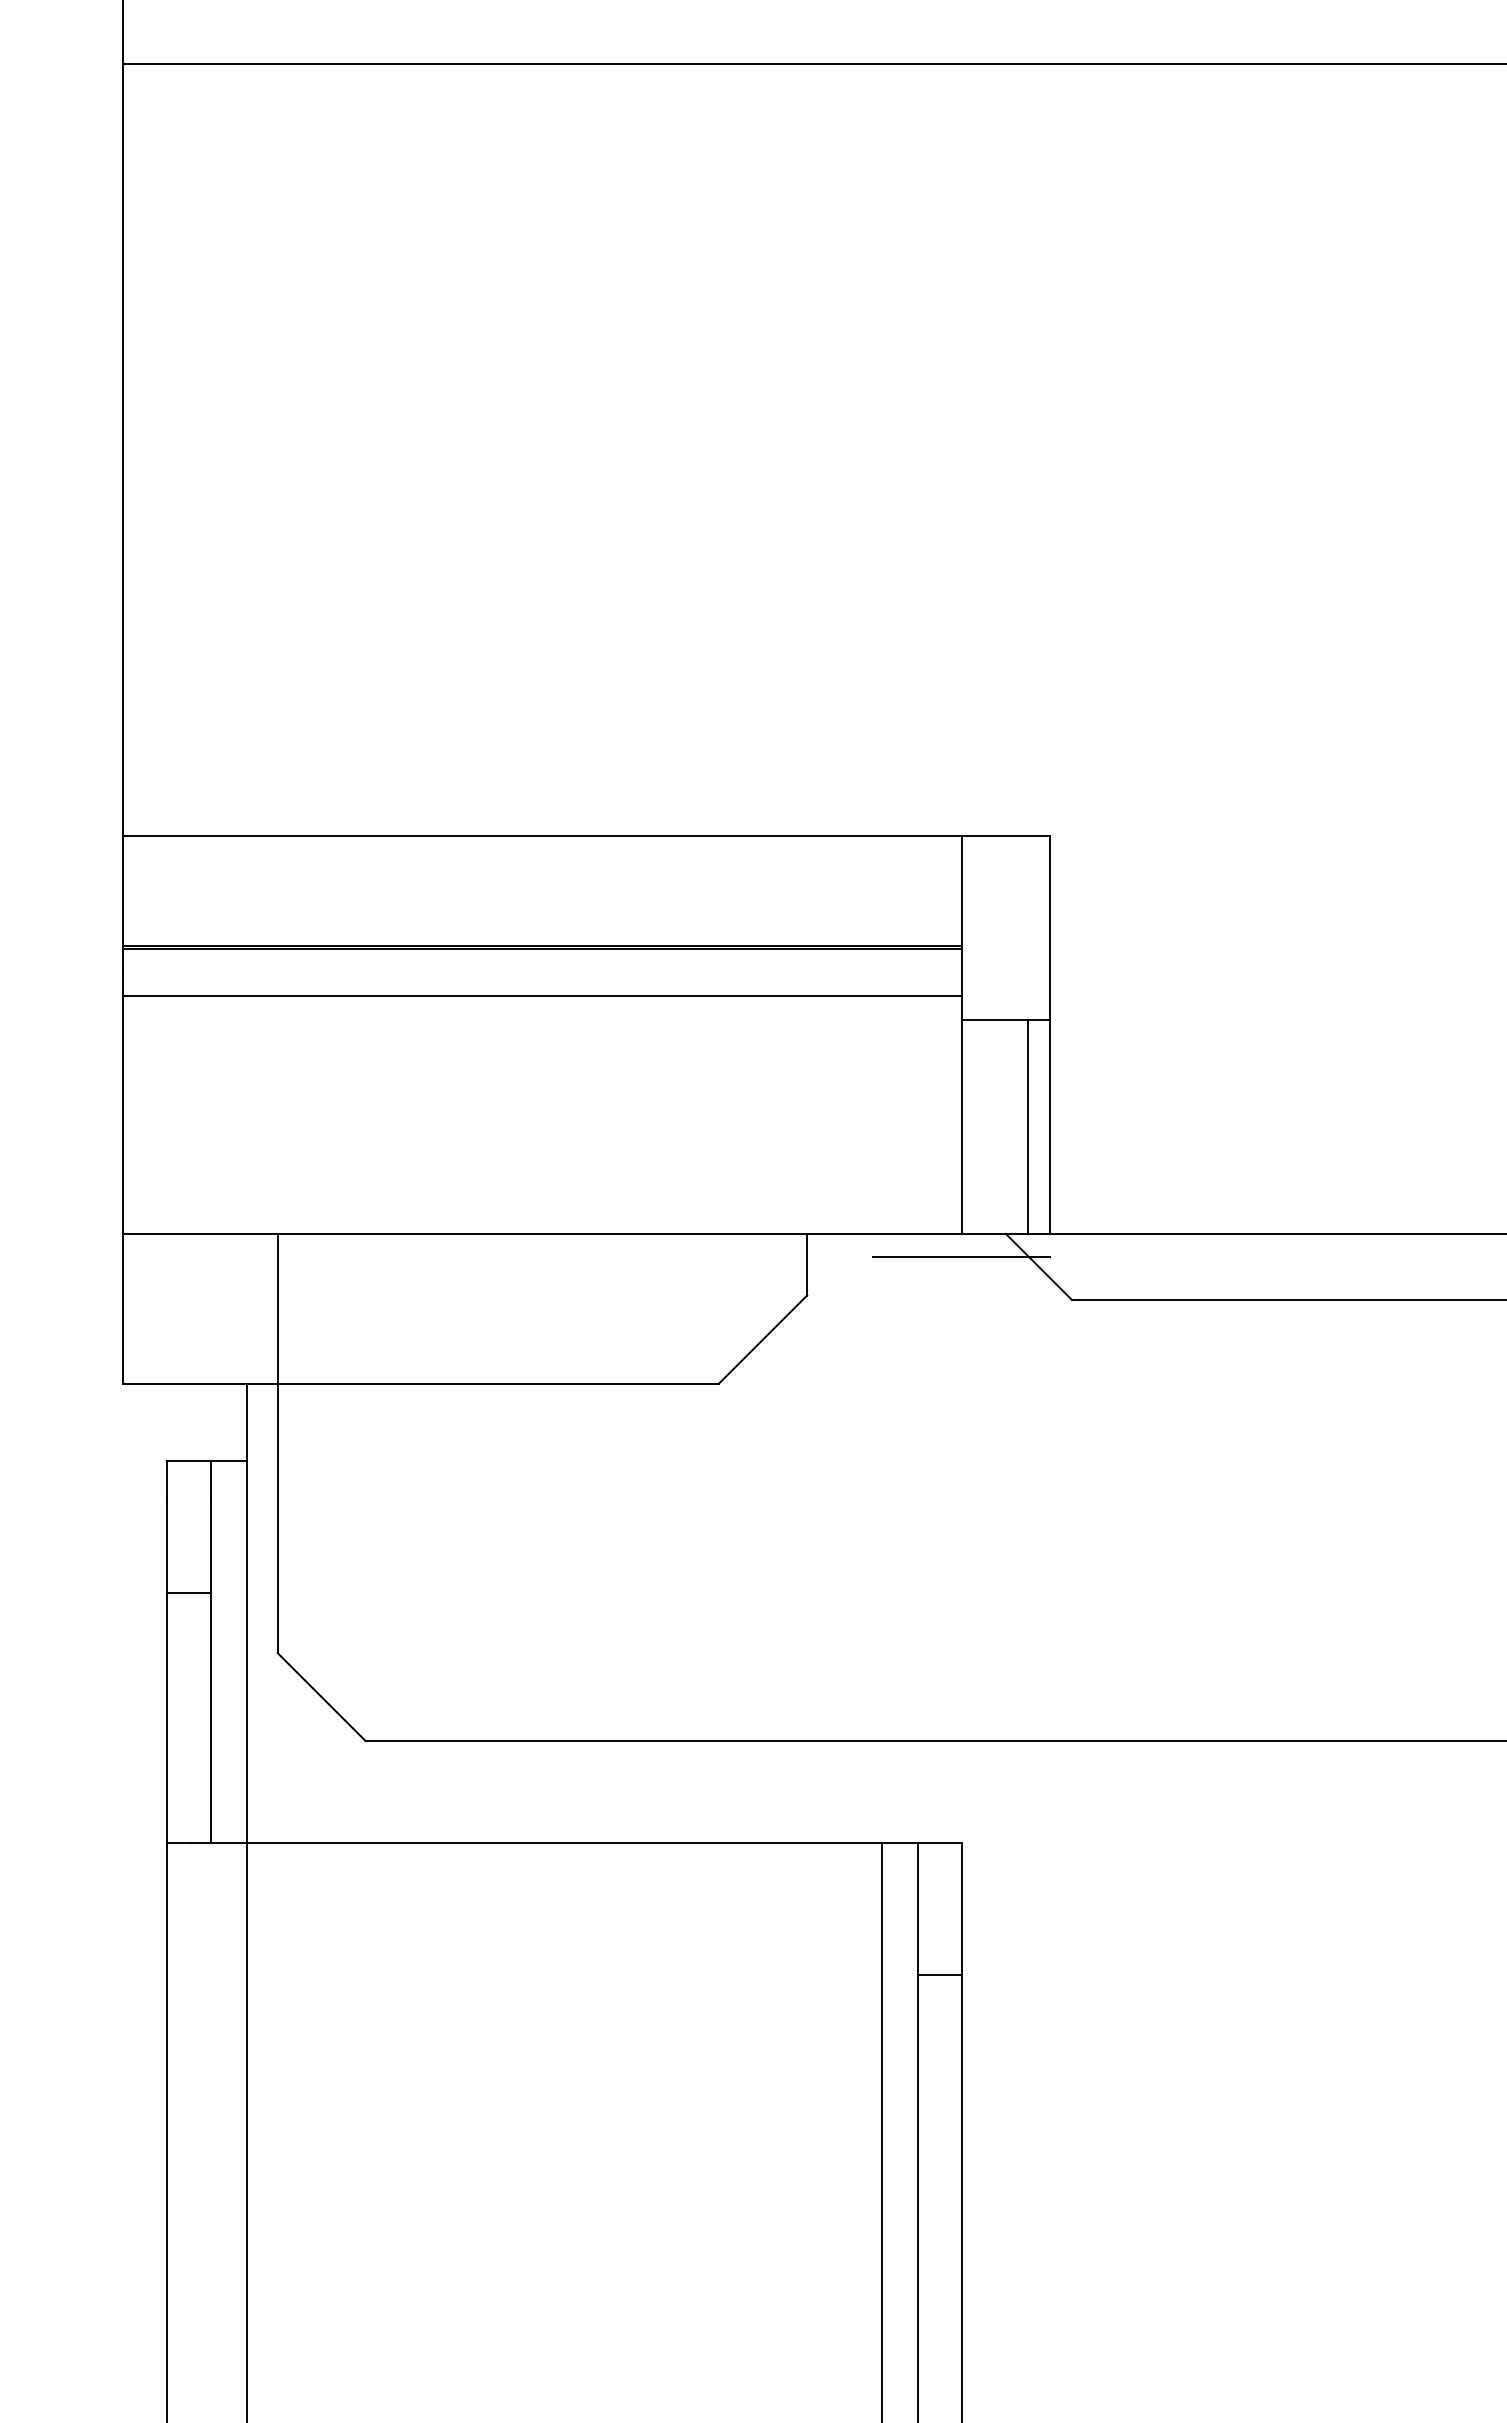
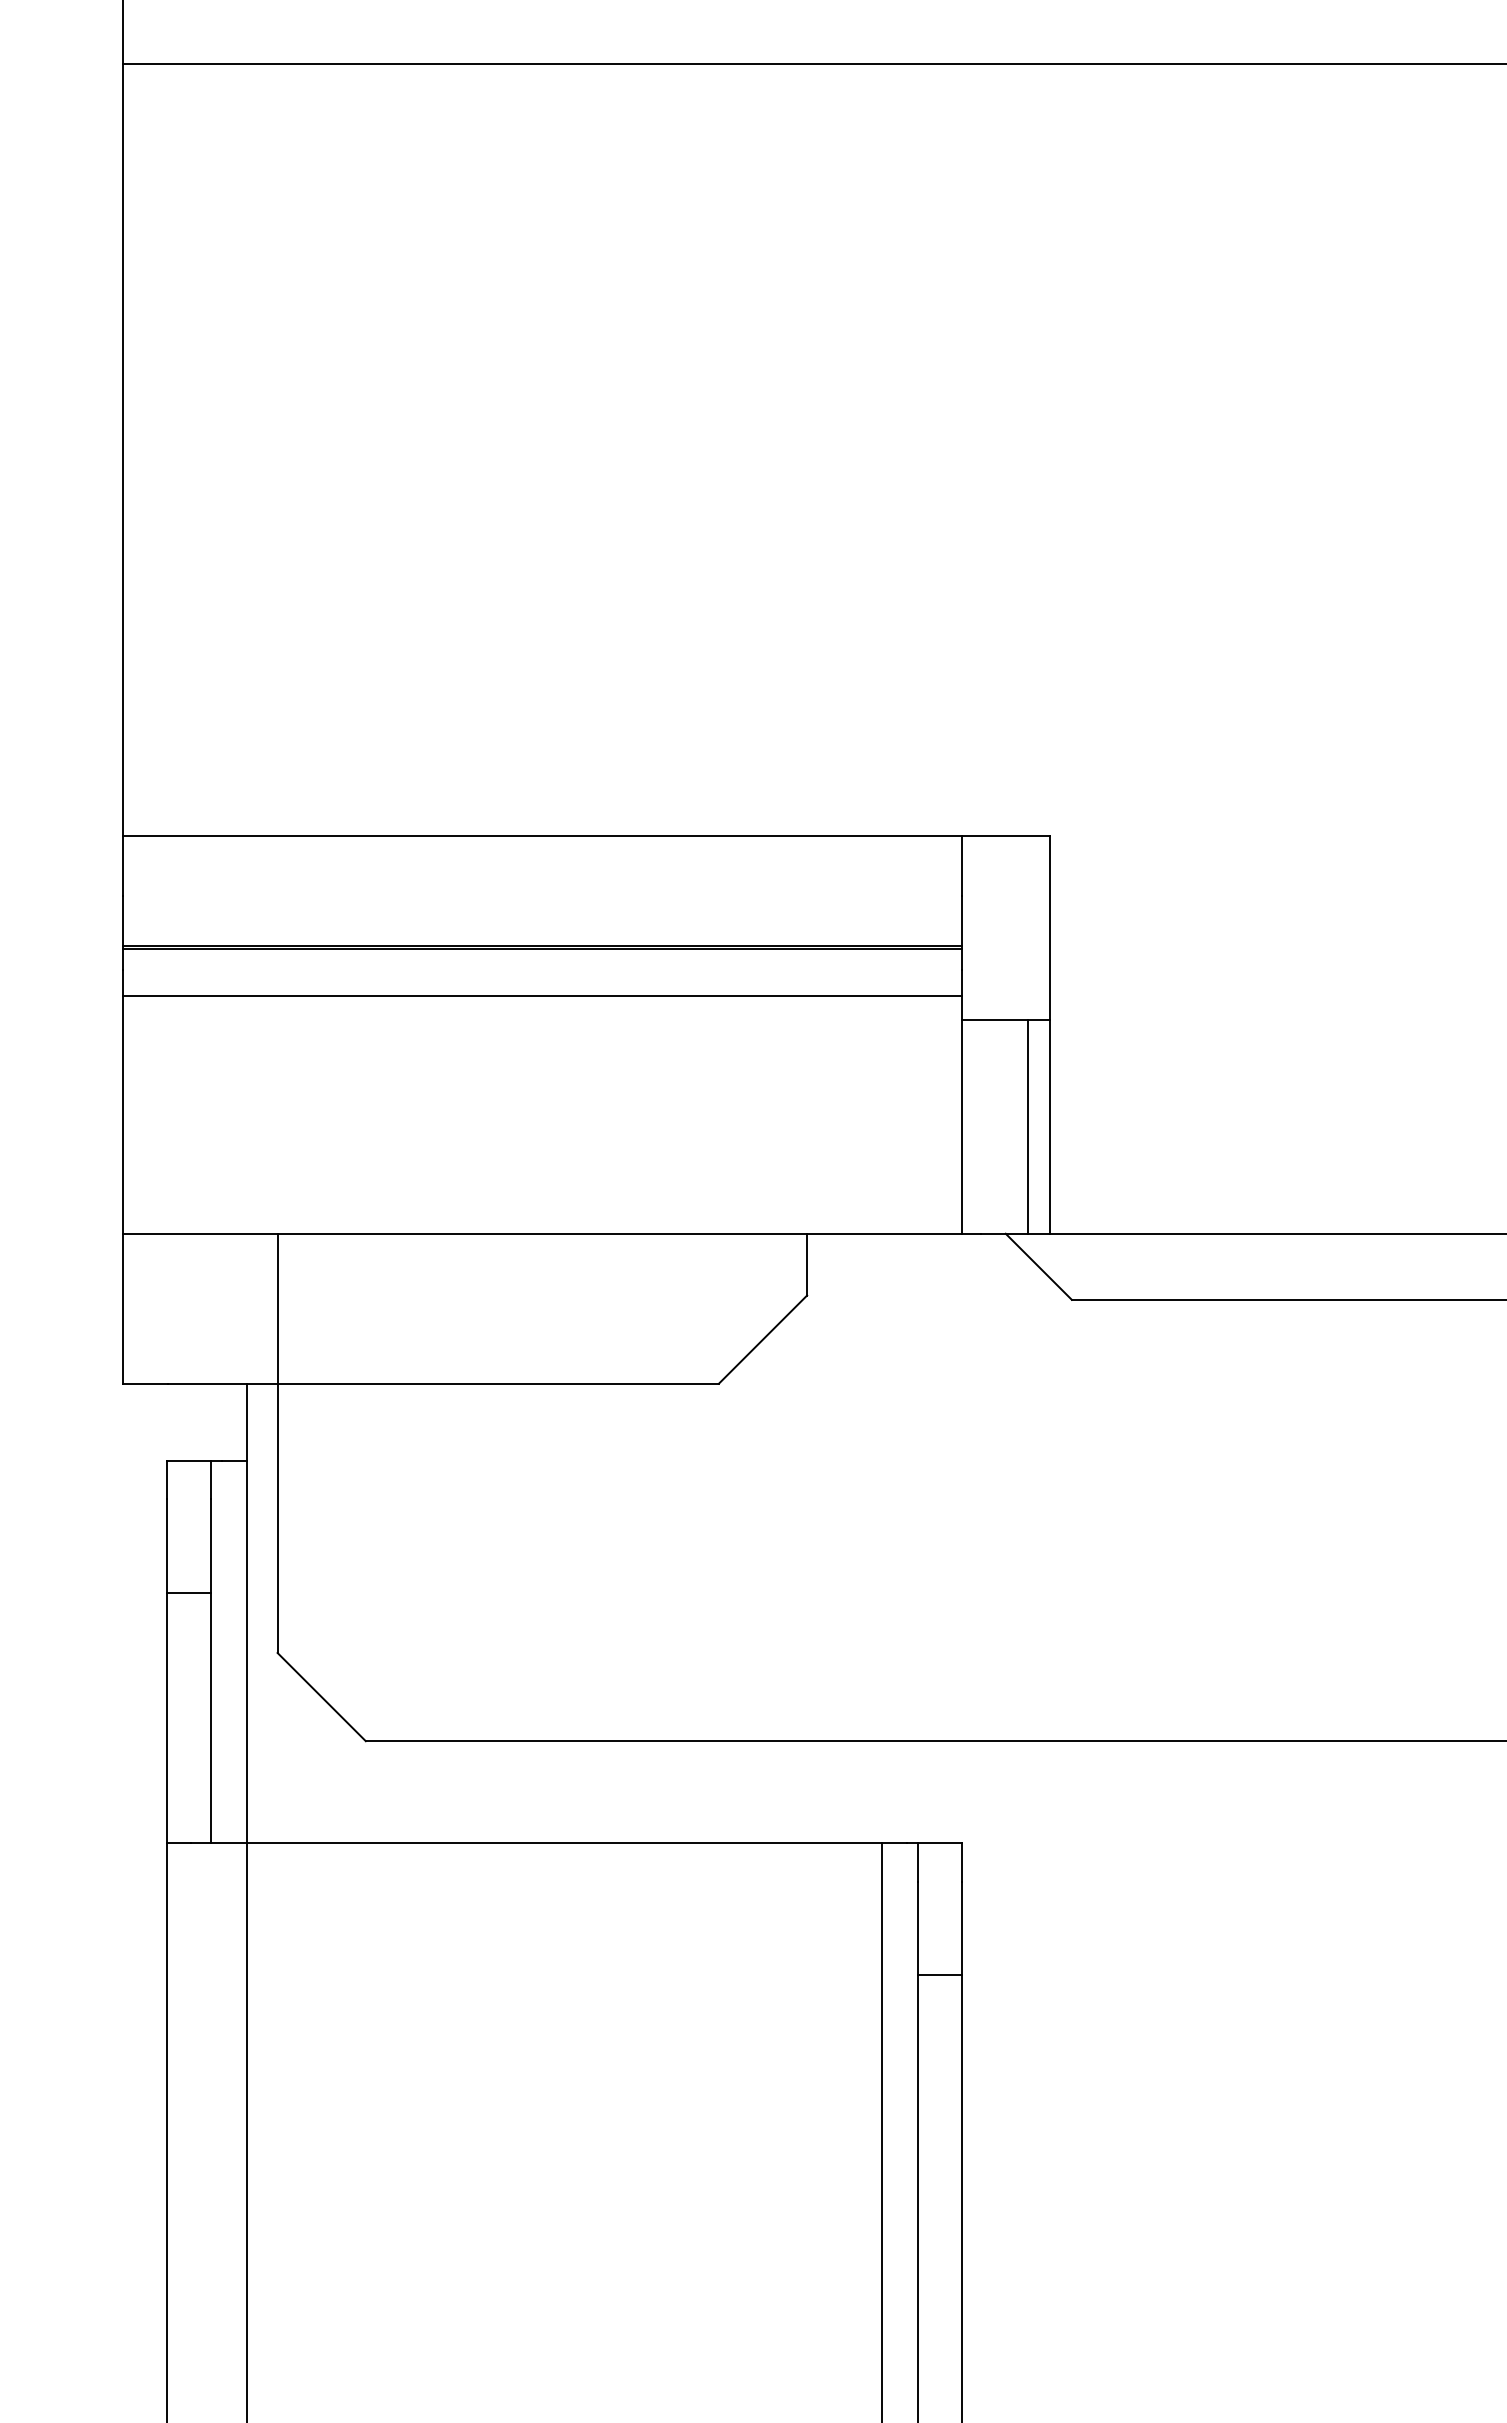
line at (961, 1256): present -> none
